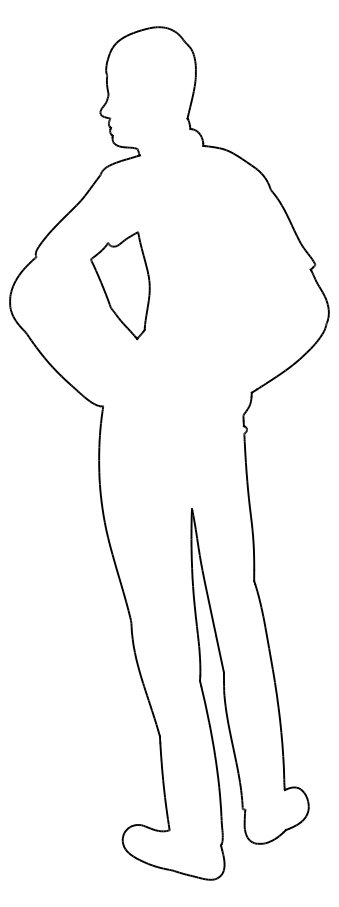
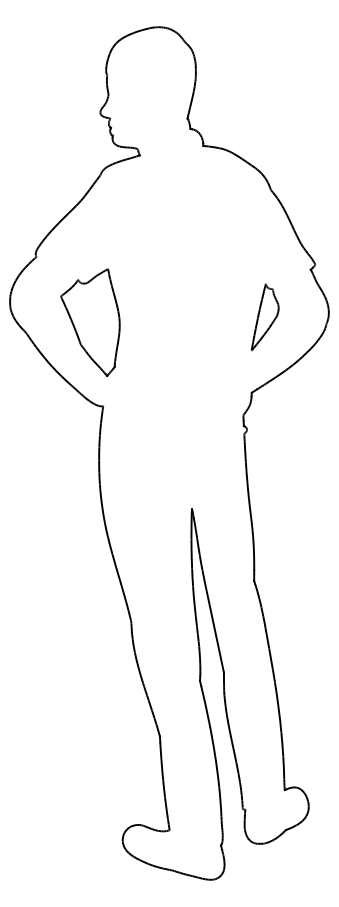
part at (120, 285) position: (120, 285) -> (90, 322)
part at (264, 317): none -> present
